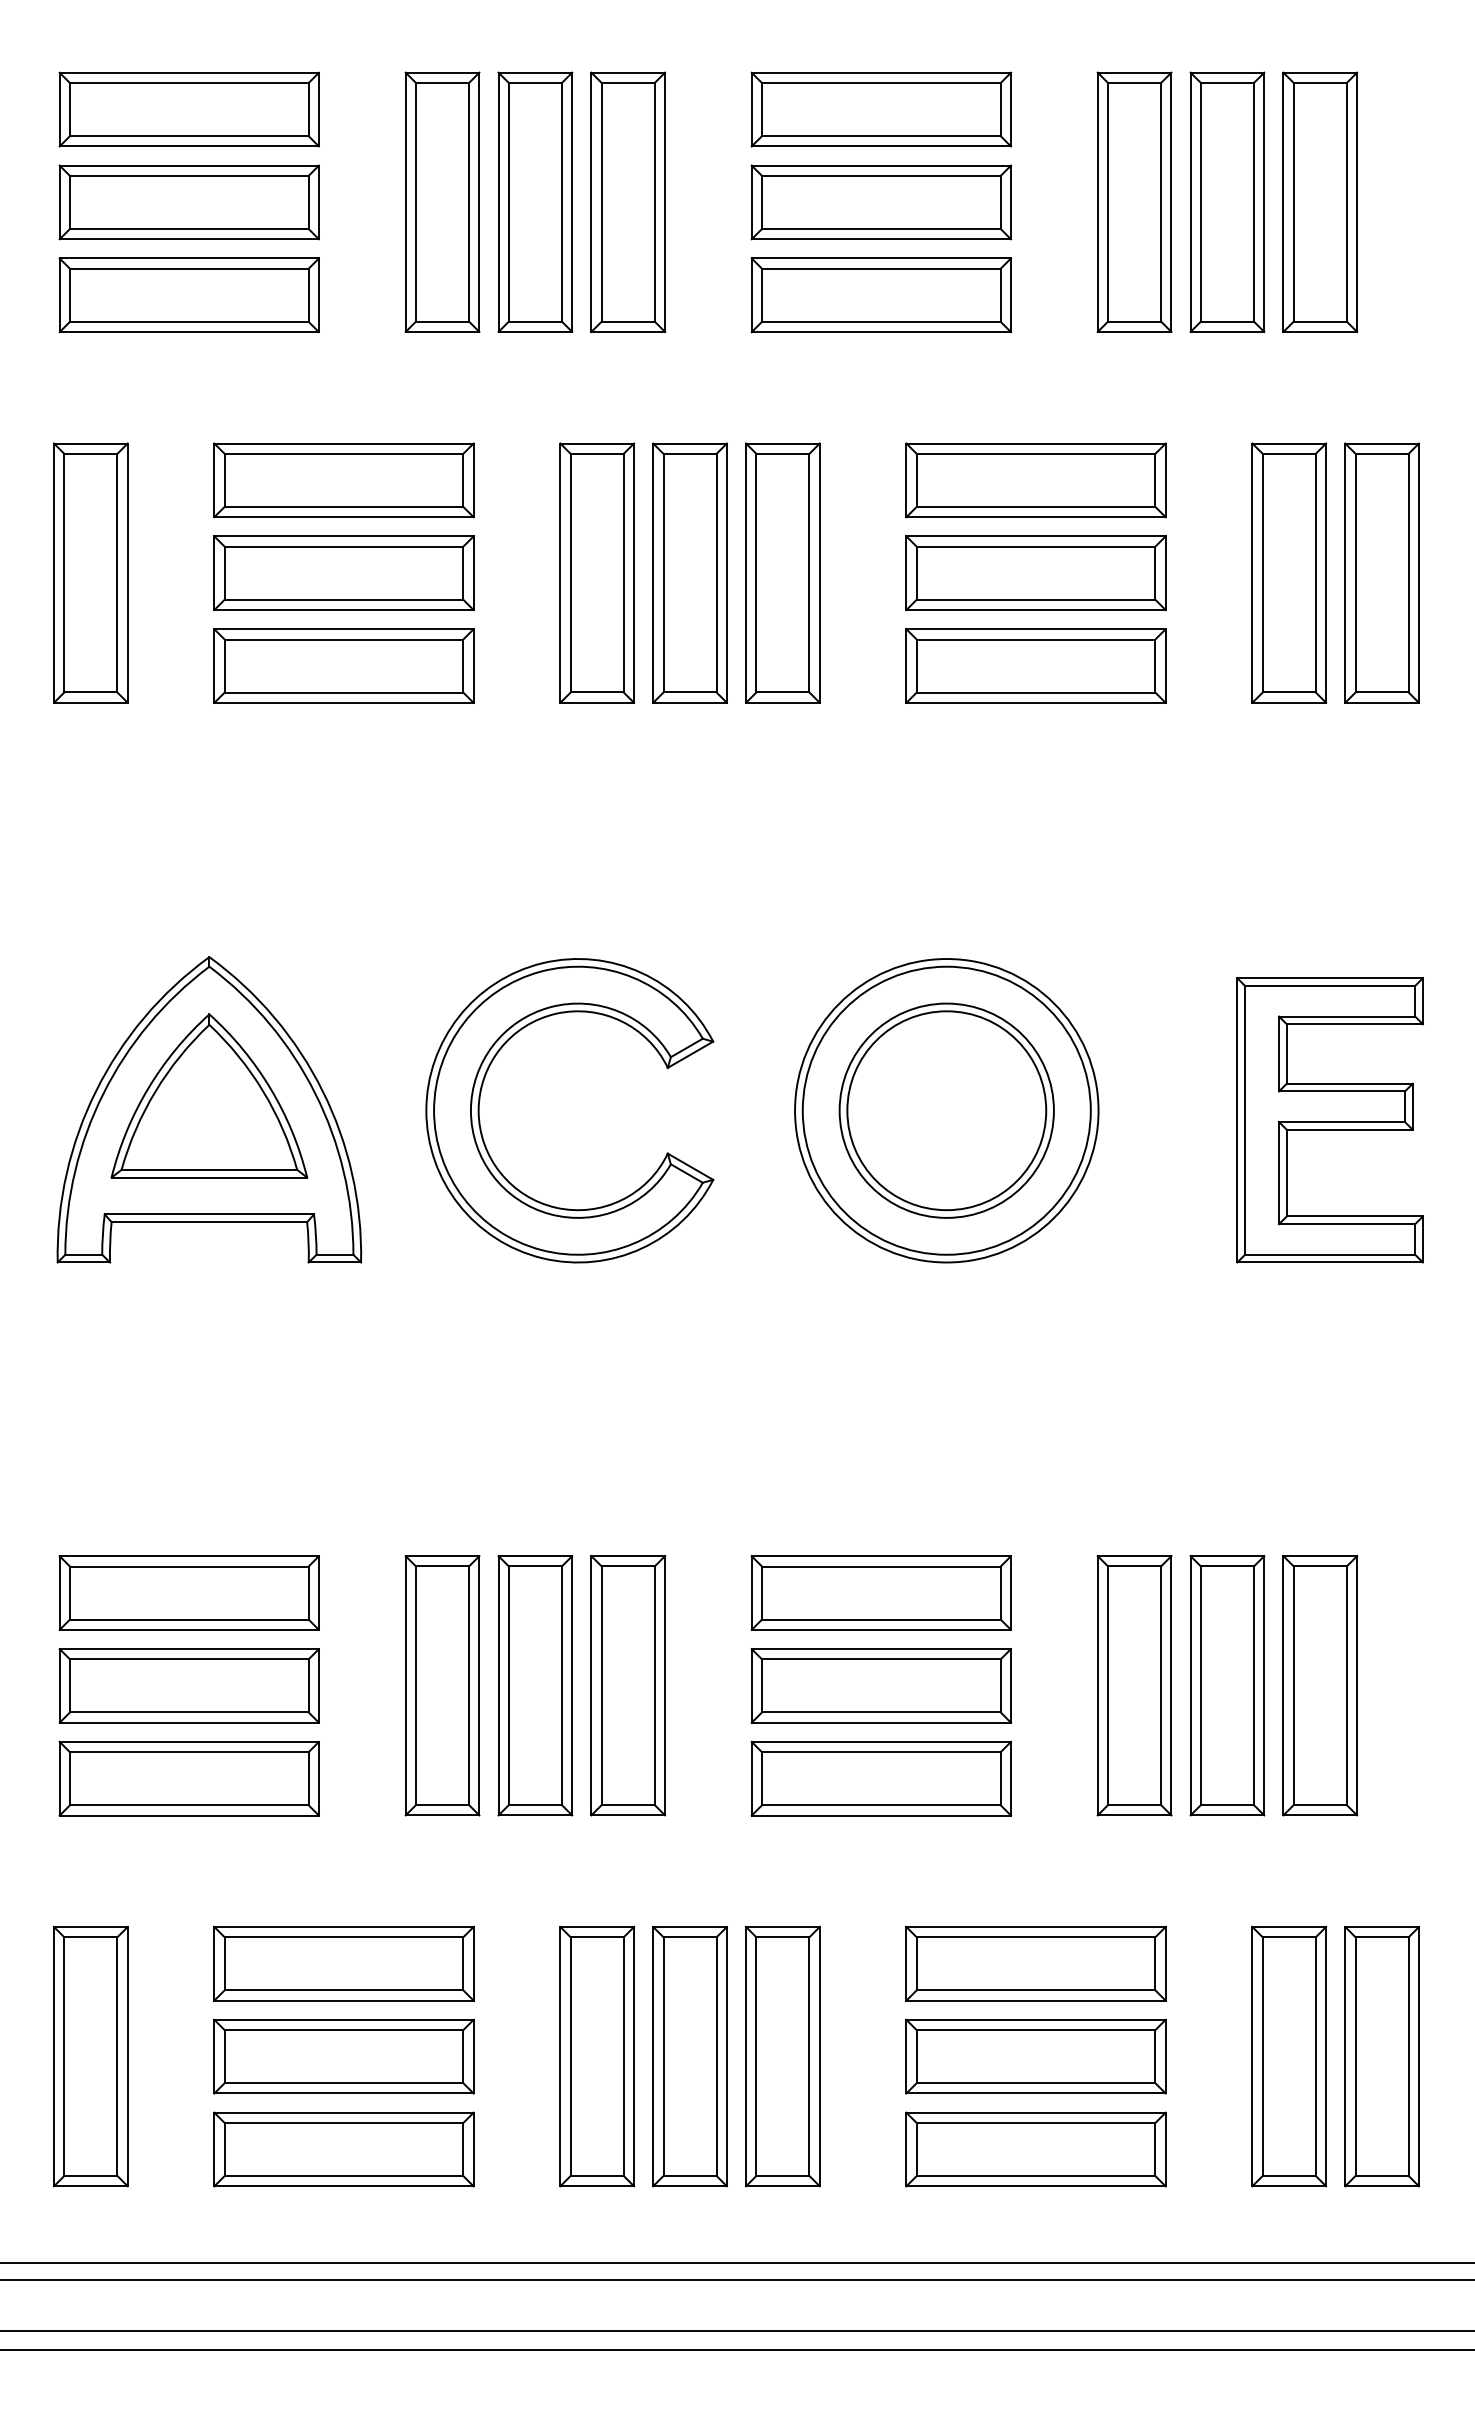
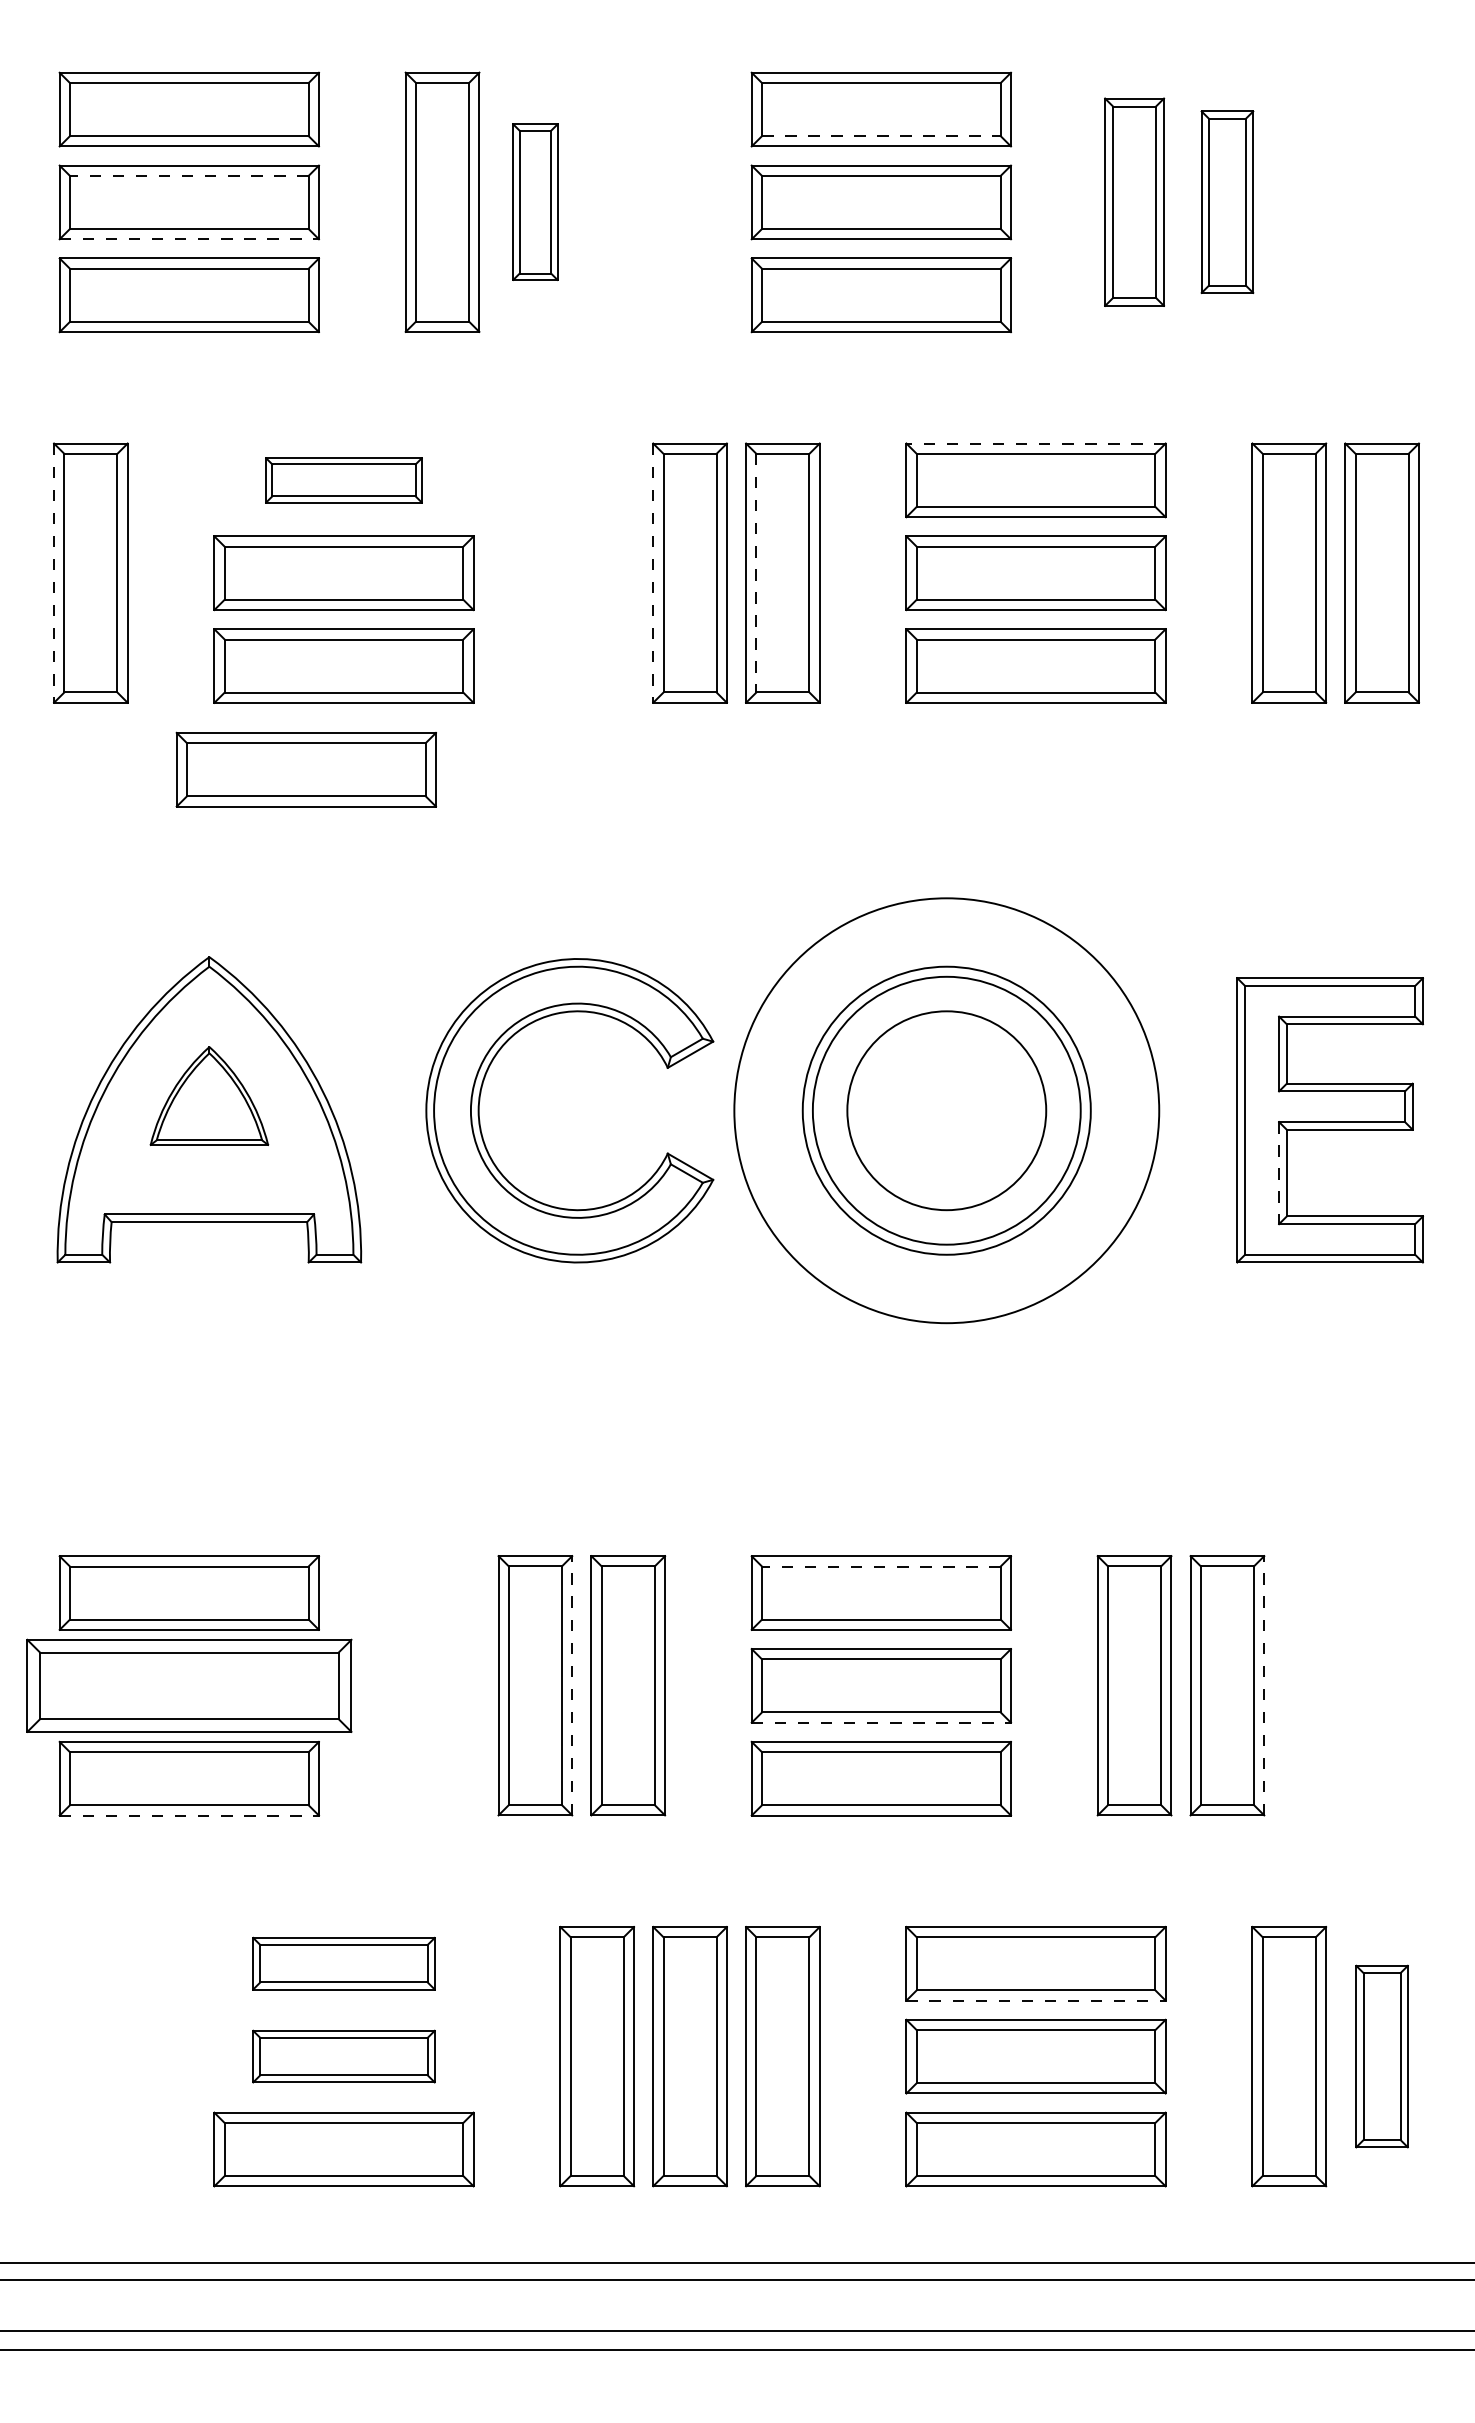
line at (881, 136): solid -> dashed
line at (188, 175): solid -> dashed
part at (535, 201) size: 77x262 px -> 47x158 px
part at (628, 201): present -> none
part at (1134, 201) size: 77x262 px -> 62x210 px
part at (1227, 201) size: 77x262 px -> 55x184 px
part at (1320, 201): present -> none
line at (189, 239): solid -> dashed
line at (1036, 443): solid -> dashed
part at (343, 480) size: 262x77 px -> 158x47 px
part at (597, 572): present -> none
line at (54, 573): solid -> dashed
line at (653, 573): solid -> dashed
line at (756, 573): solid -> dashed
part at (306, 769): none -> present
part at (209, 1095) size: 199x166 px -> 121x100 px
circle at (946, 1110) diameter: 214 px -> 268 px
circle at (946, 1110) diameter: 303 px -> 425 px
line at (1279, 1173): solid -> dashed
line at (880, 1566): solid -> dashed
part at (188, 1685) size: 262x76 px -> 327x95 px
part at (442, 1685): present -> none
line at (572, 1685): solid -> dashed
line at (1264, 1685): solid -> dashed
part at (1320, 1685): present -> none
line at (881, 1722): solid -> dashed
line at (189, 1815): solid -> dashed
part at (343, 1963) size: 262x77 px -> 184x55 px
line at (1036, 2000): solid -> dashed
part at (90, 2056): present -> none
part at (343, 2056) size: 262x77 px -> 184x55 px
part at (1381, 2056) size: 76x263 px -> 54x185 px
